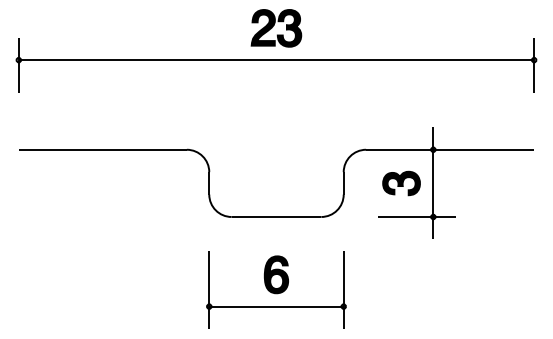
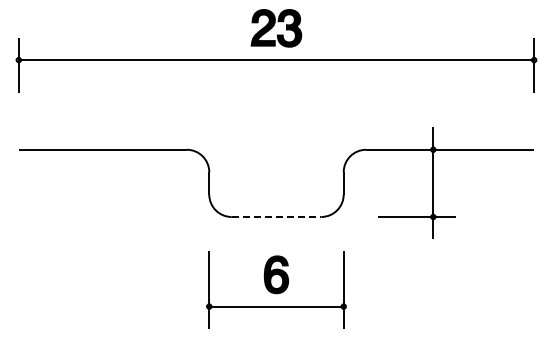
part at (401, 183): present -> none
line at (276, 216): solid -> dashed
